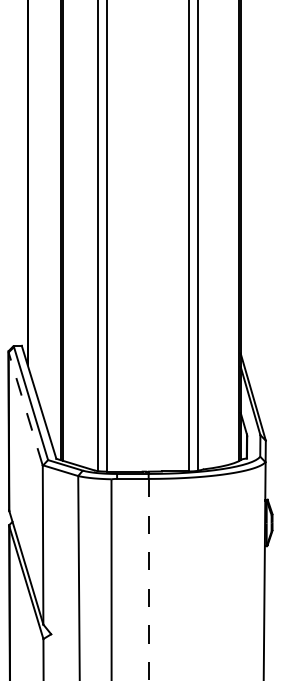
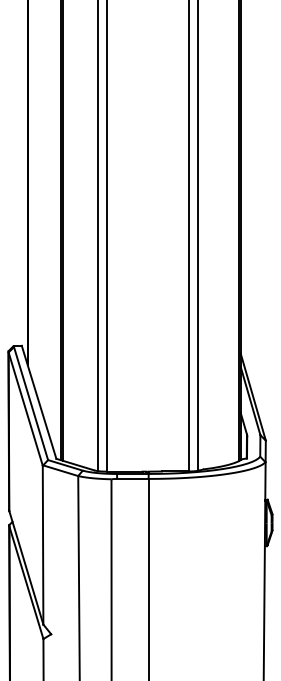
line at (25, 408): dashed -> solid
line at (148, 579): dashed -> solid
